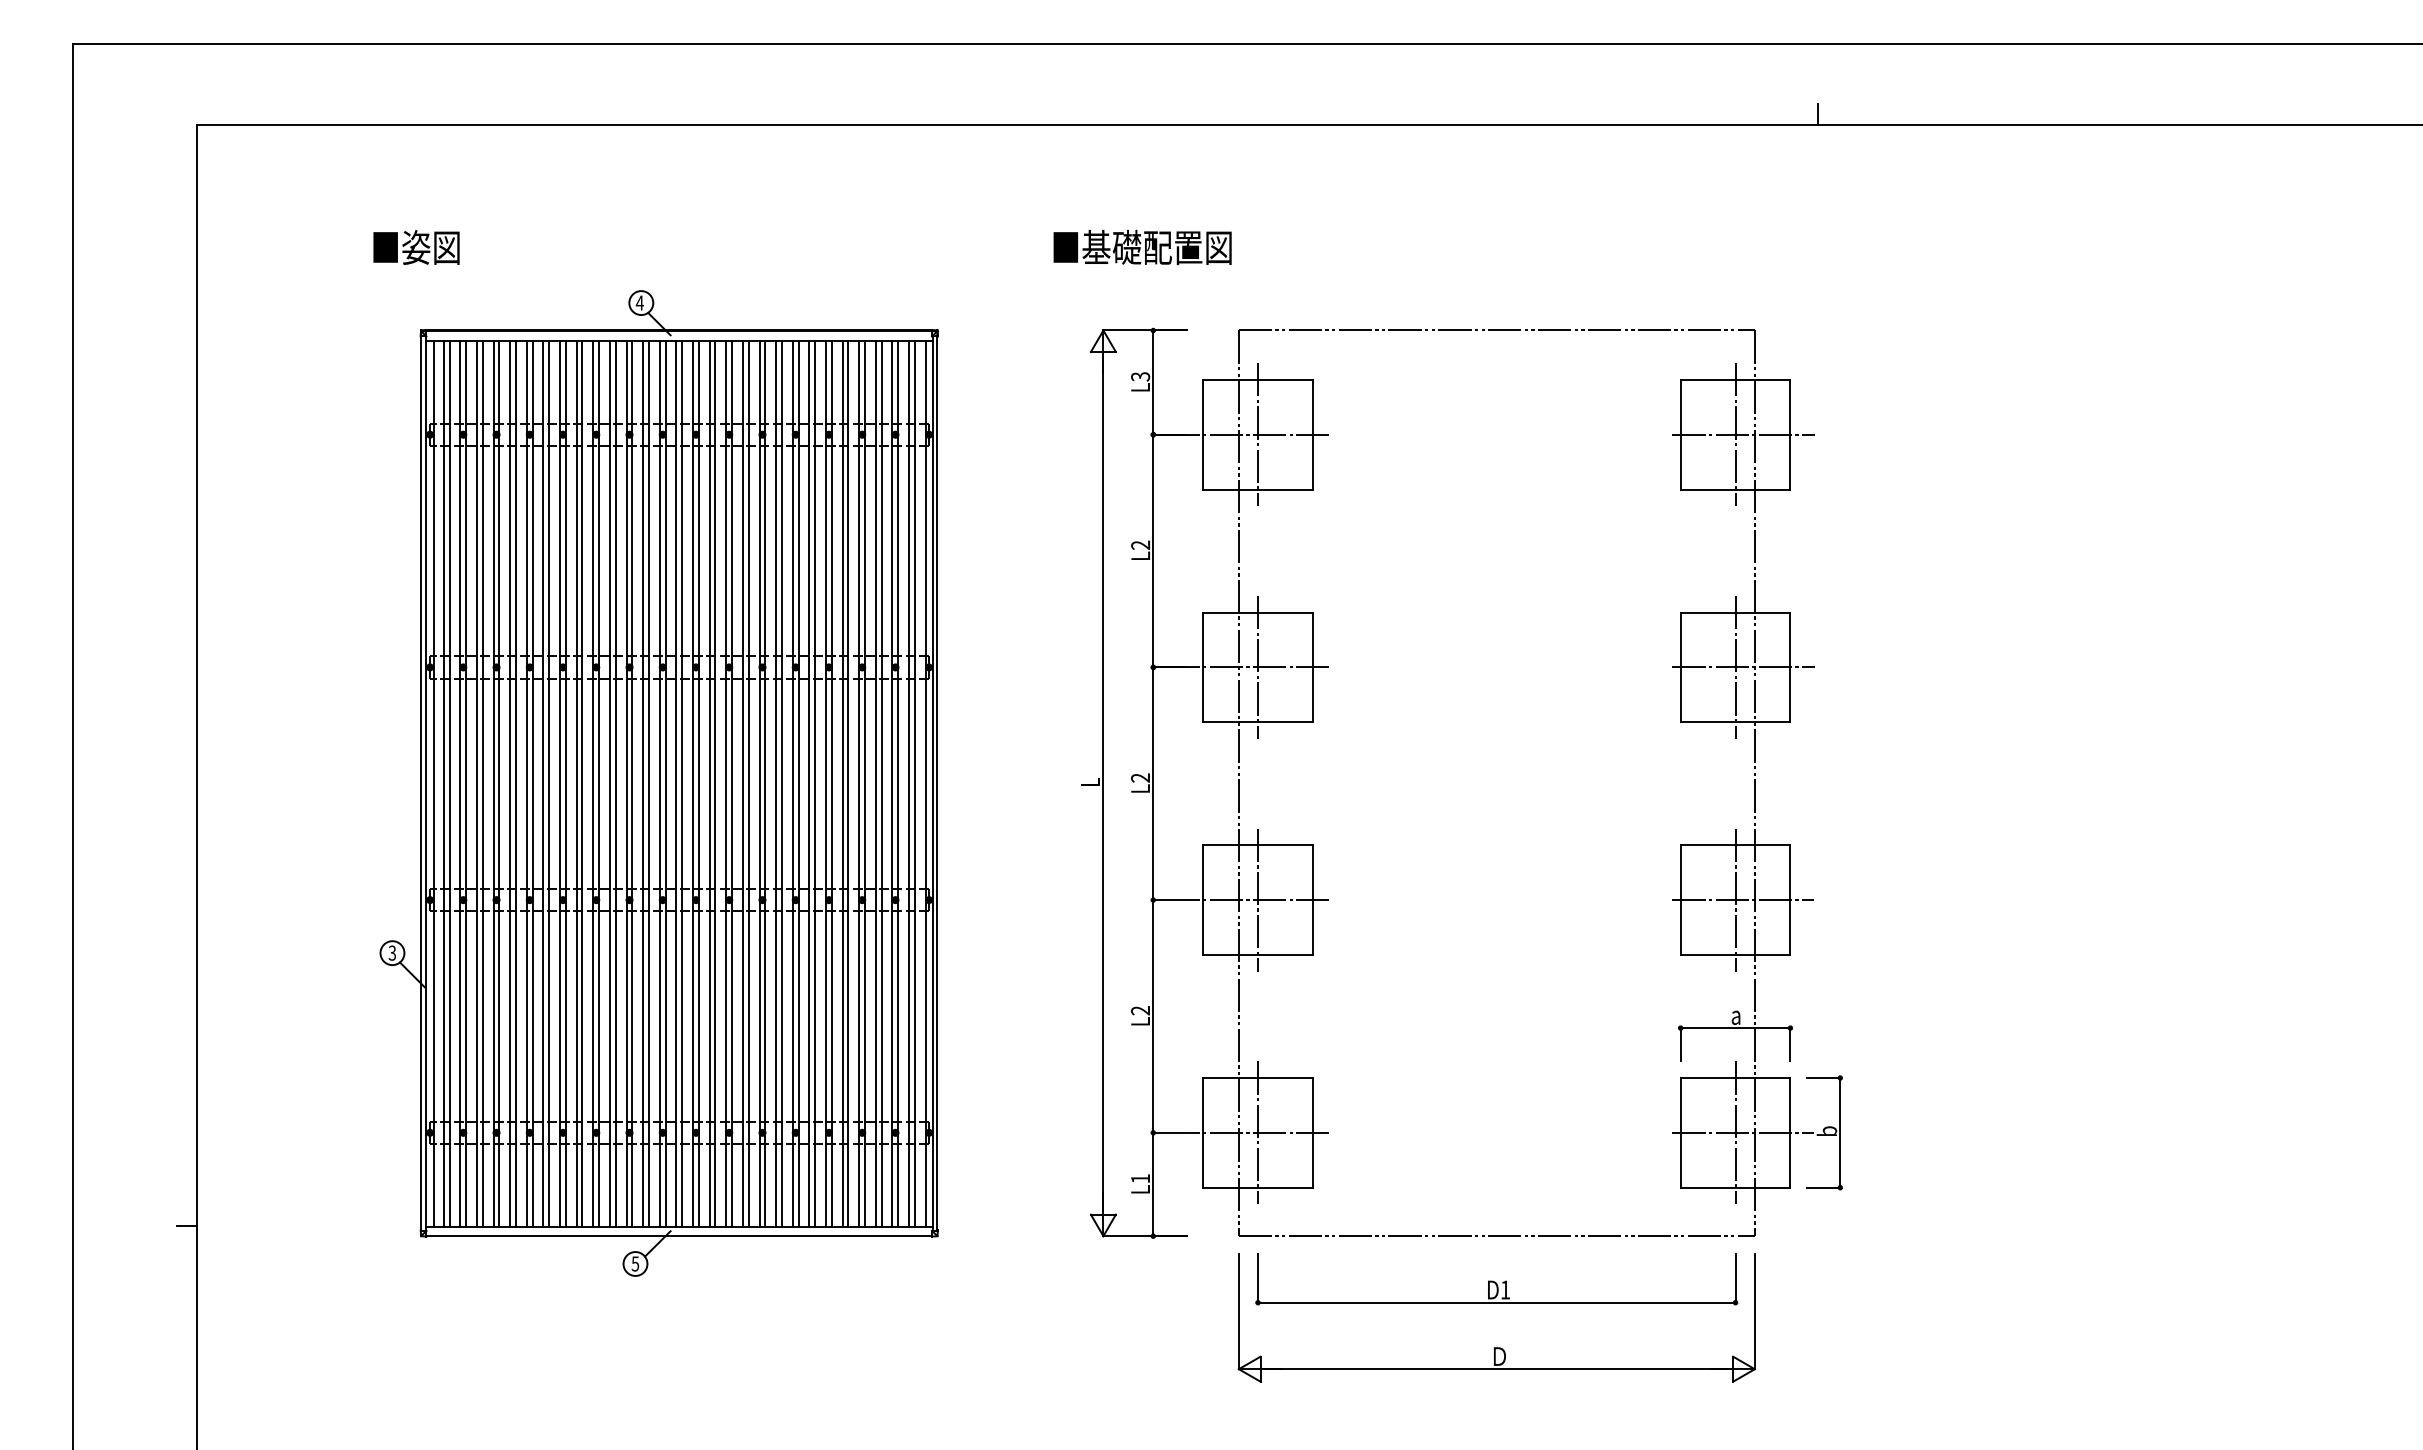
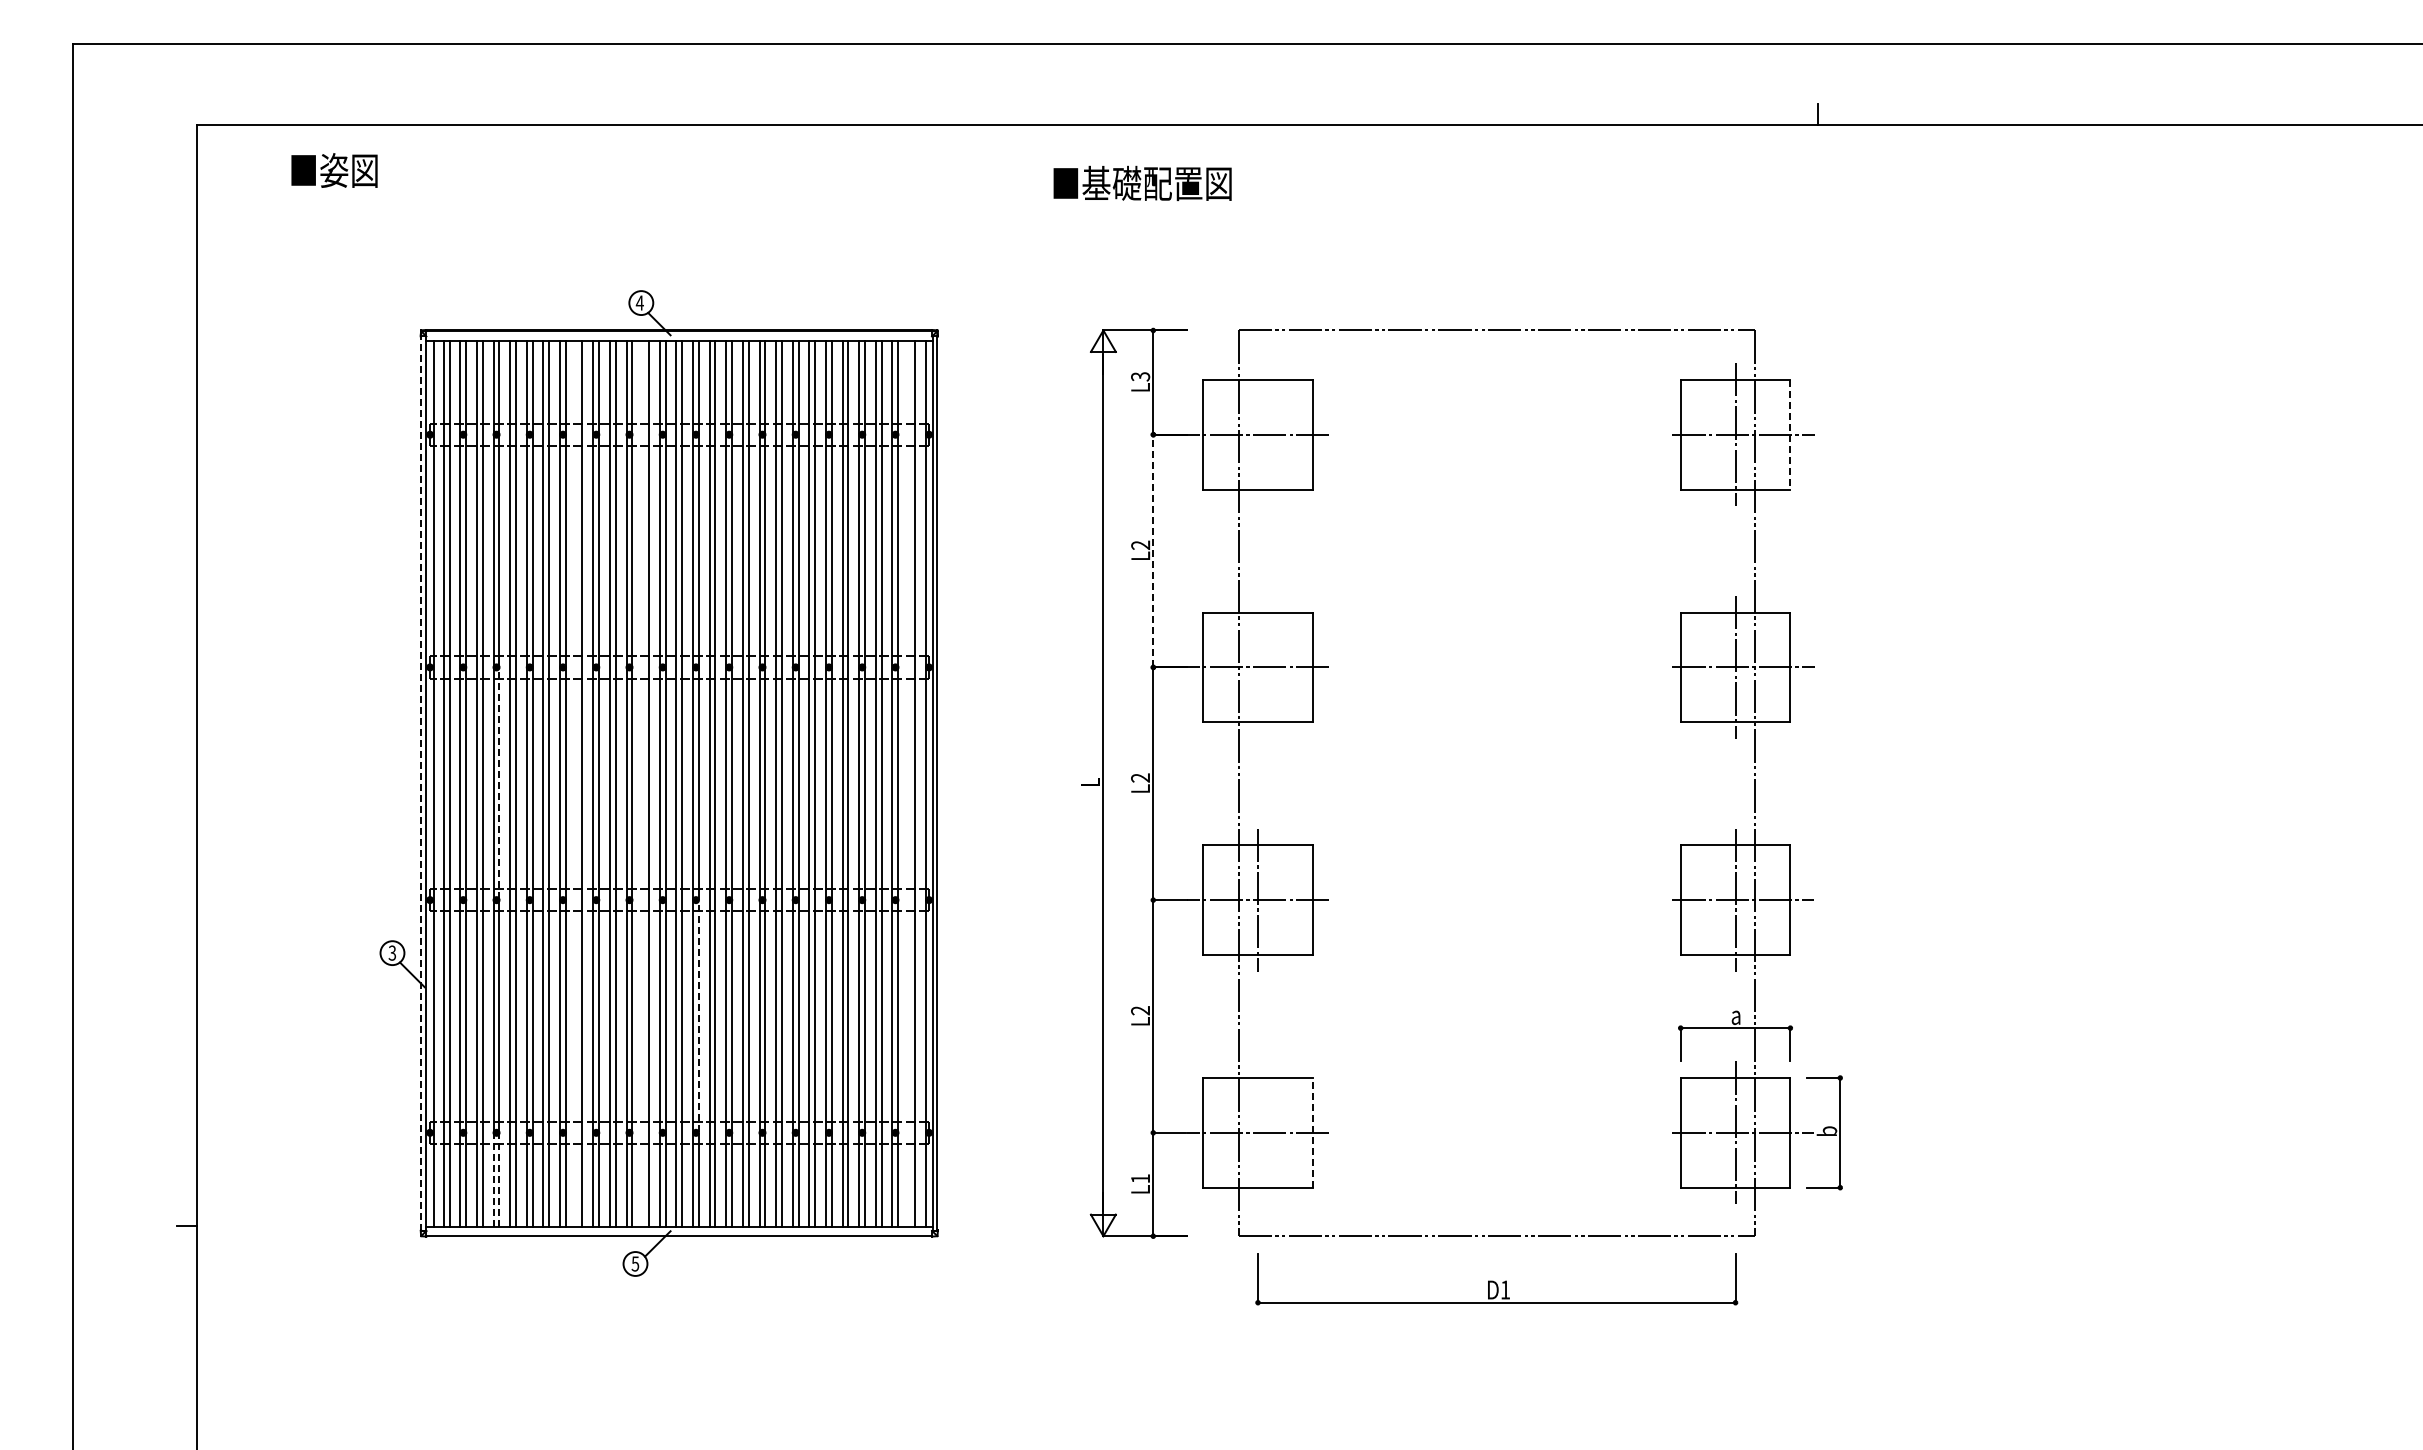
text at (1142, 246) position: (1142, 246) -> (1142, 182)
text at (416, 247) position: (416, 247) -> (334, 170)
line at (1258, 434): present -> none
line at (1790, 434): solid -> dashed
line at (1153, 550): solid -> dashed
line at (1258, 666): present -> none
line at (421, 783): solid -> dashed
line at (499, 783): solid -> dashed
line at (576, 783): present -> none
line at (643, 783): present -> none
line at (909, 783): present -> none
line at (698, 1015): solid -> dashed
line at (1258, 1132): present -> none
line at (1312, 1132): solid -> dashed
line at (493, 1180): solid -> dashed
line at (499, 1180): solid -> dashed
part at (1496, 1347): present -> none
